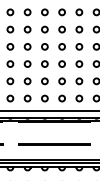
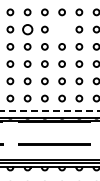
circle at (27, 29) size: 9x9 px -> 12x12 px
circle at (61, 29): present -> none
line at (50, 111): solid -> dashed
